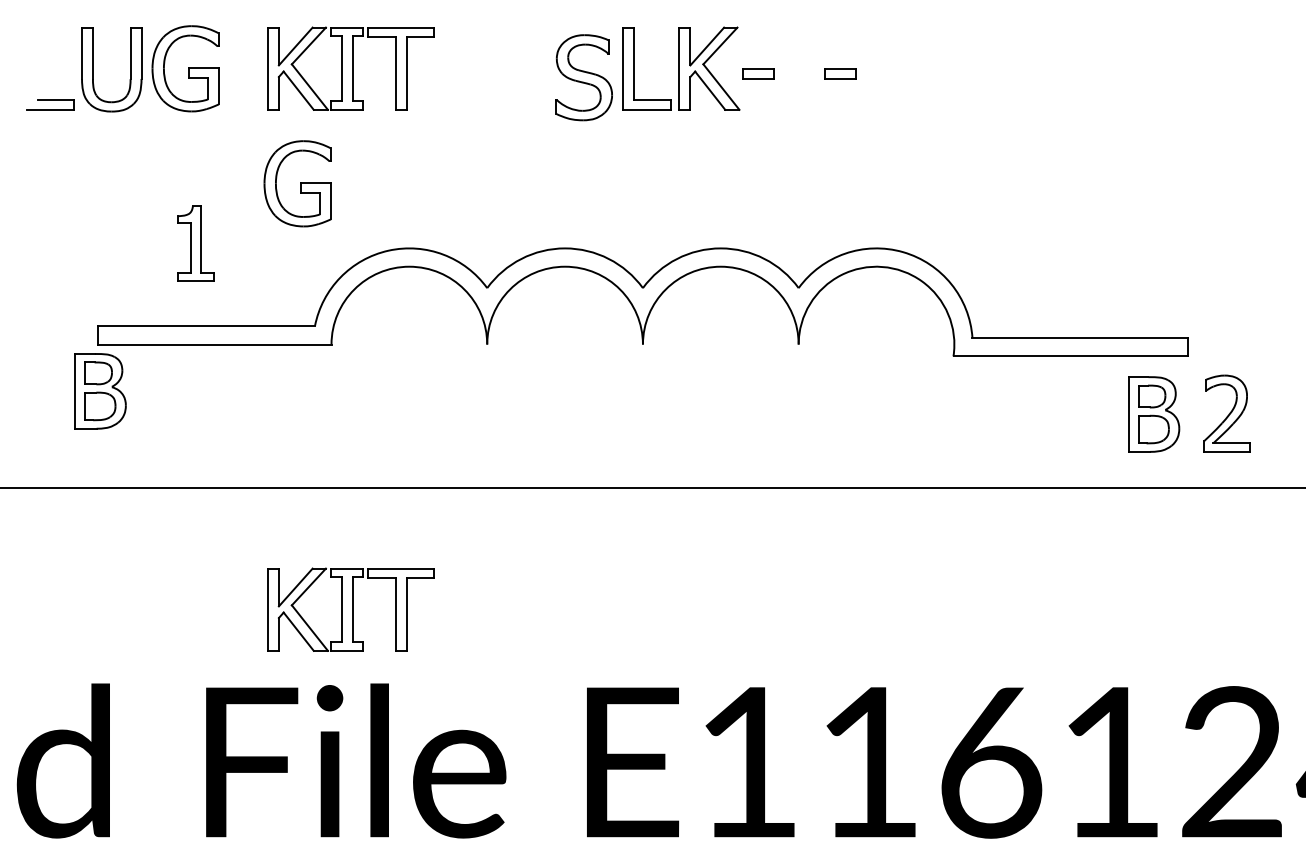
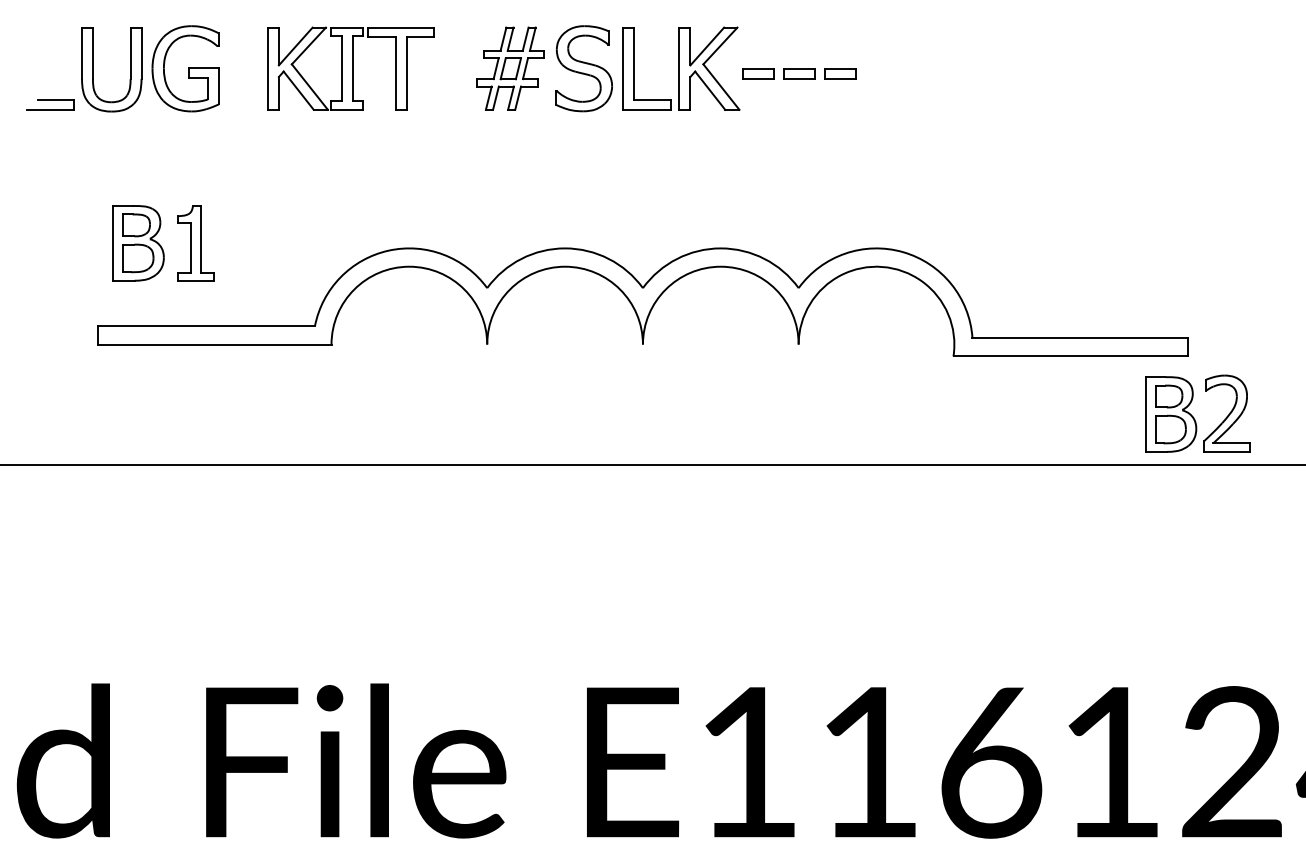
part at (510, 68): none -> present
part at (799, 73): none -> present
part at (583, 77) position: (583, 77) -> (583, 68)
part at (297, 183): present -> none
part at (100, 391) position: (100, 391) -> (138, 243)
part at (1154, 414) position: (1154, 414) -> (1171, 414)
line at (652, 488) position: (652, 488) -> (652, 465)
part at (350, 609): present -> none
